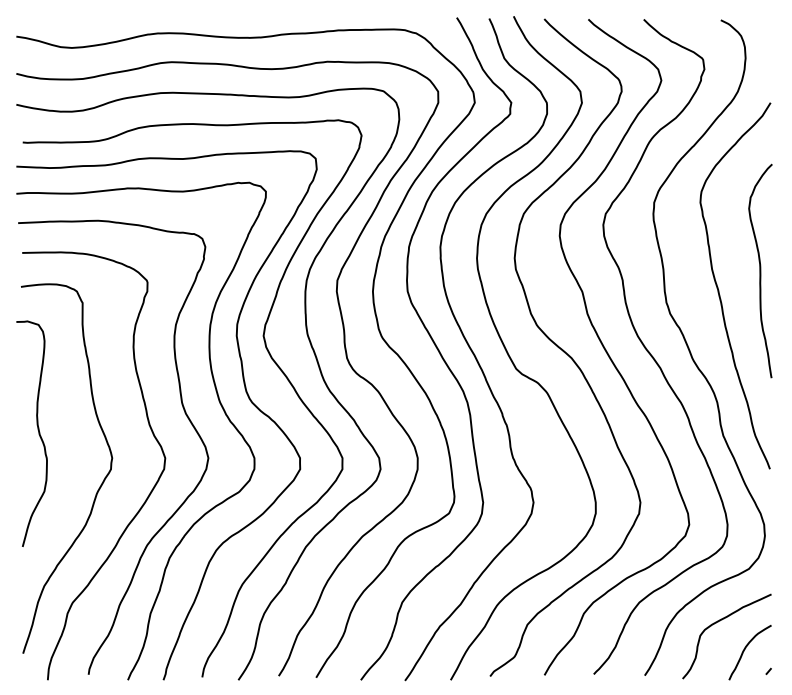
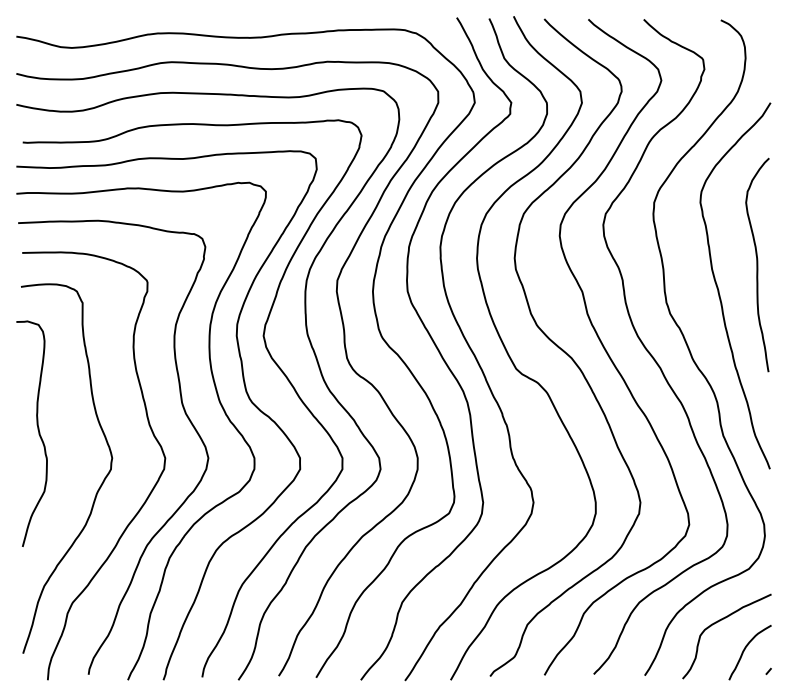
curve at (760, 270) position: (760, 270) -> (757, 264)
